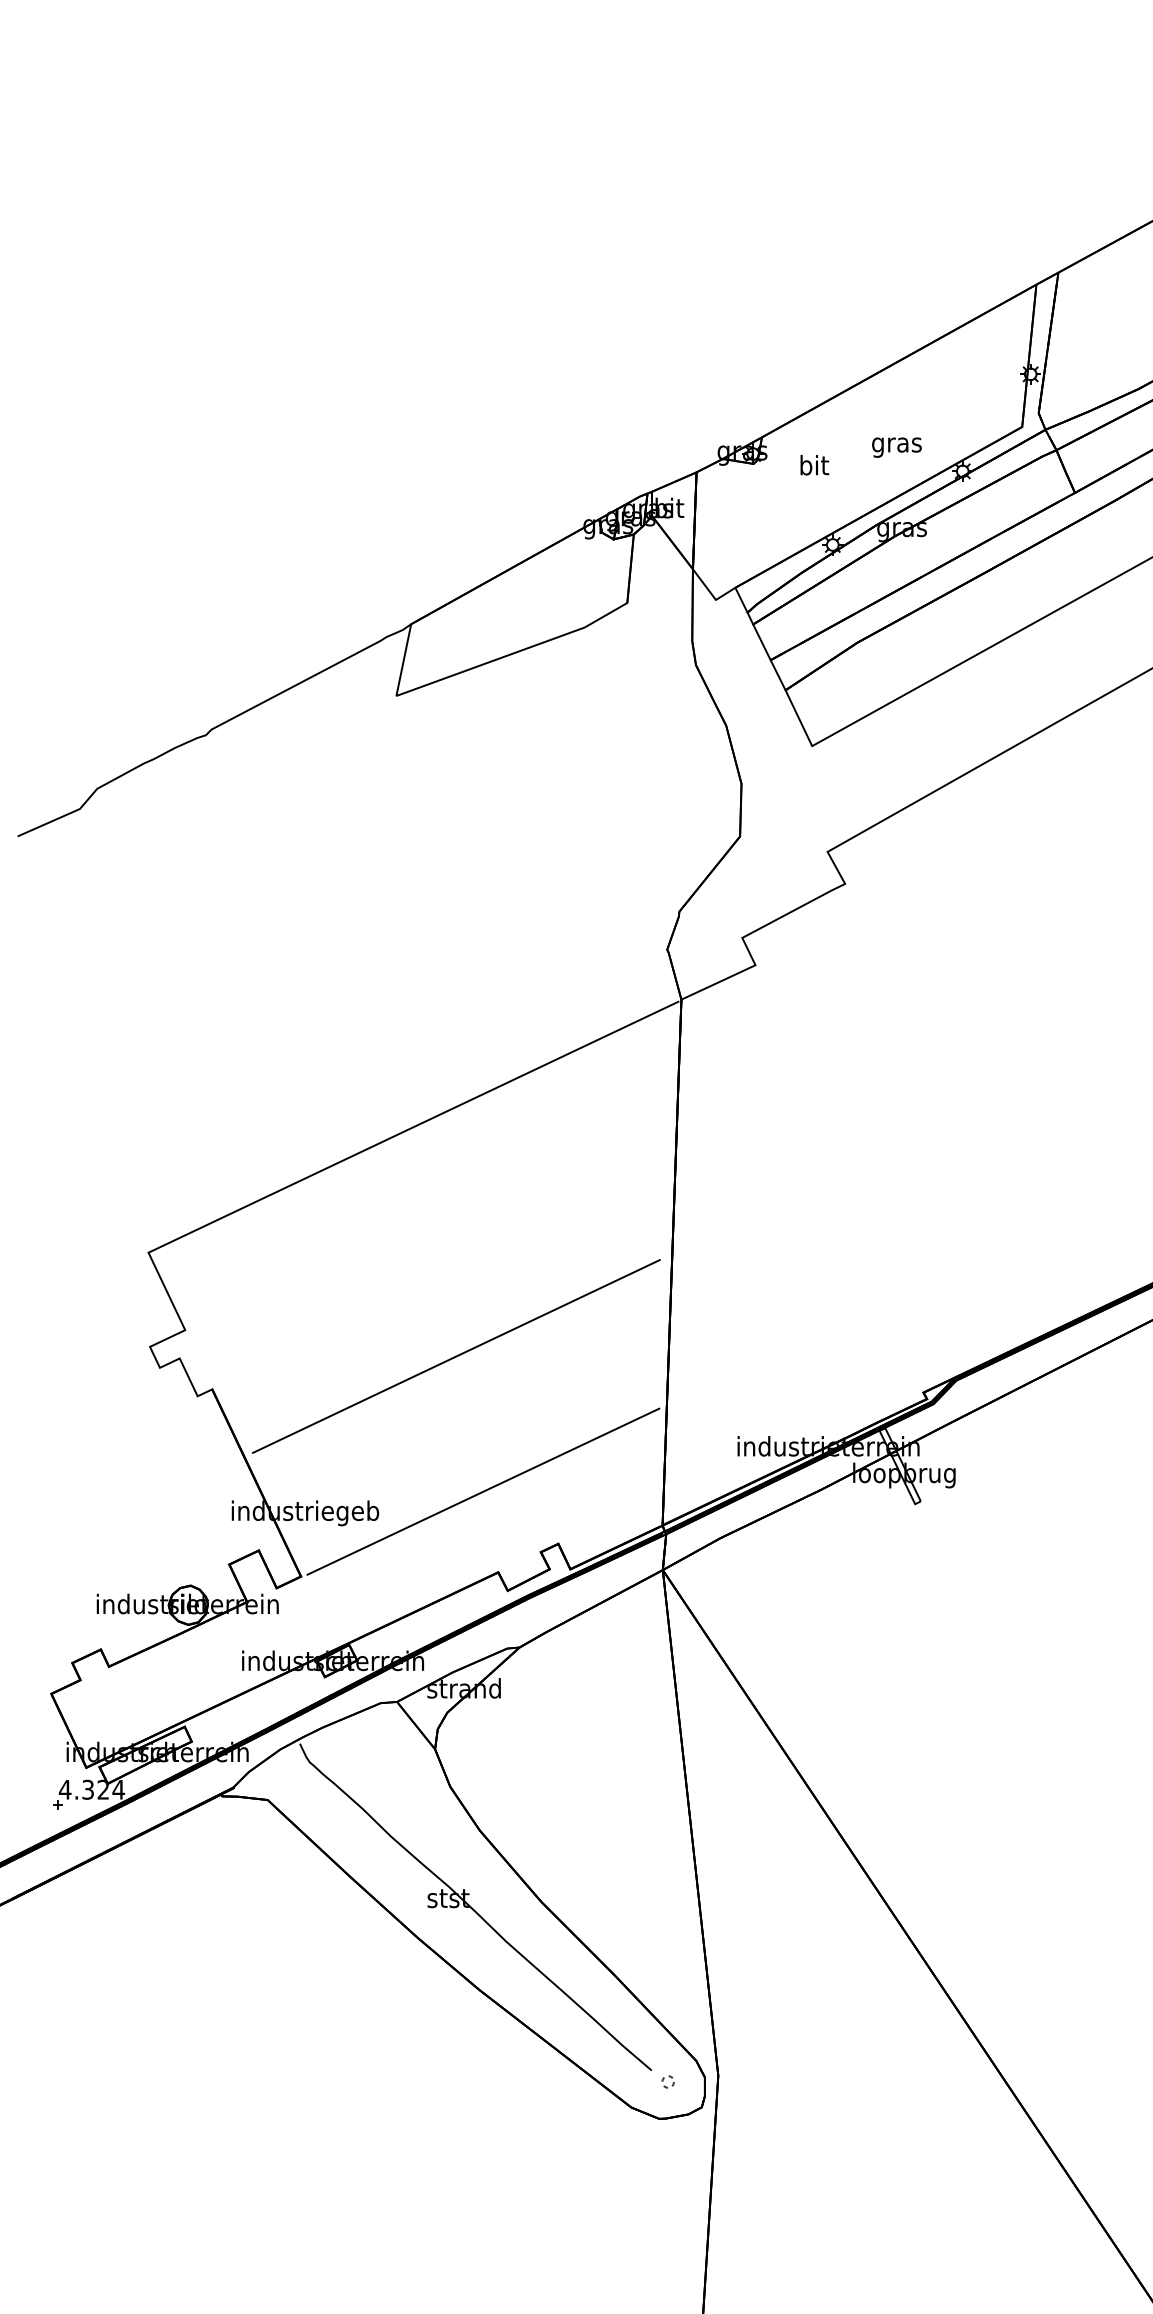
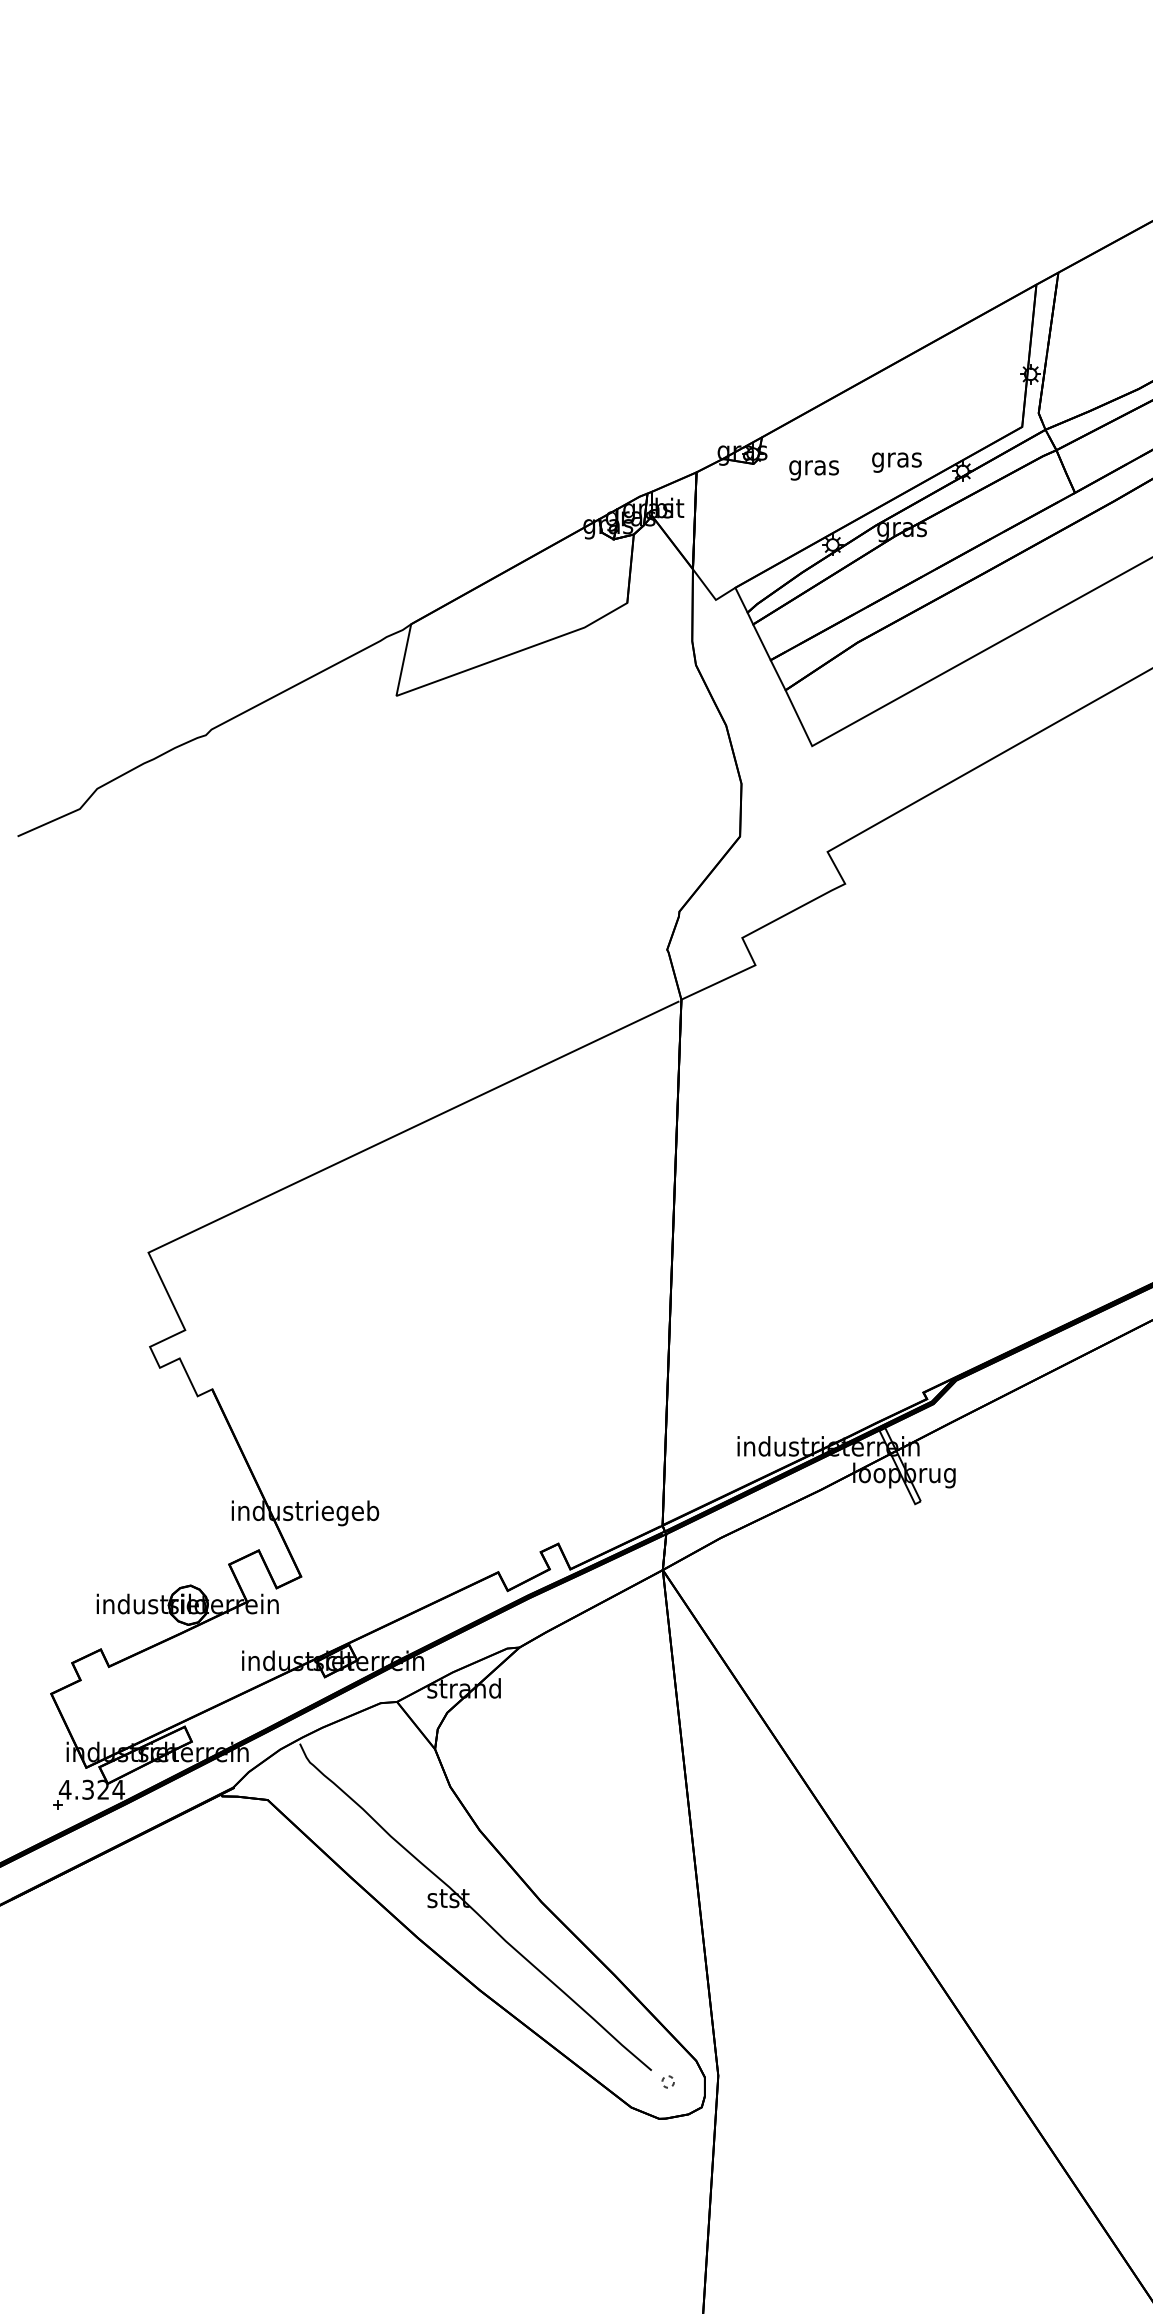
text at (896, 447) position: (896, 447) -> (896, 462)
text at (813, 467): bit -> gras
line at (455, 1356): present -> none
line at (483, 1491): present -> none
